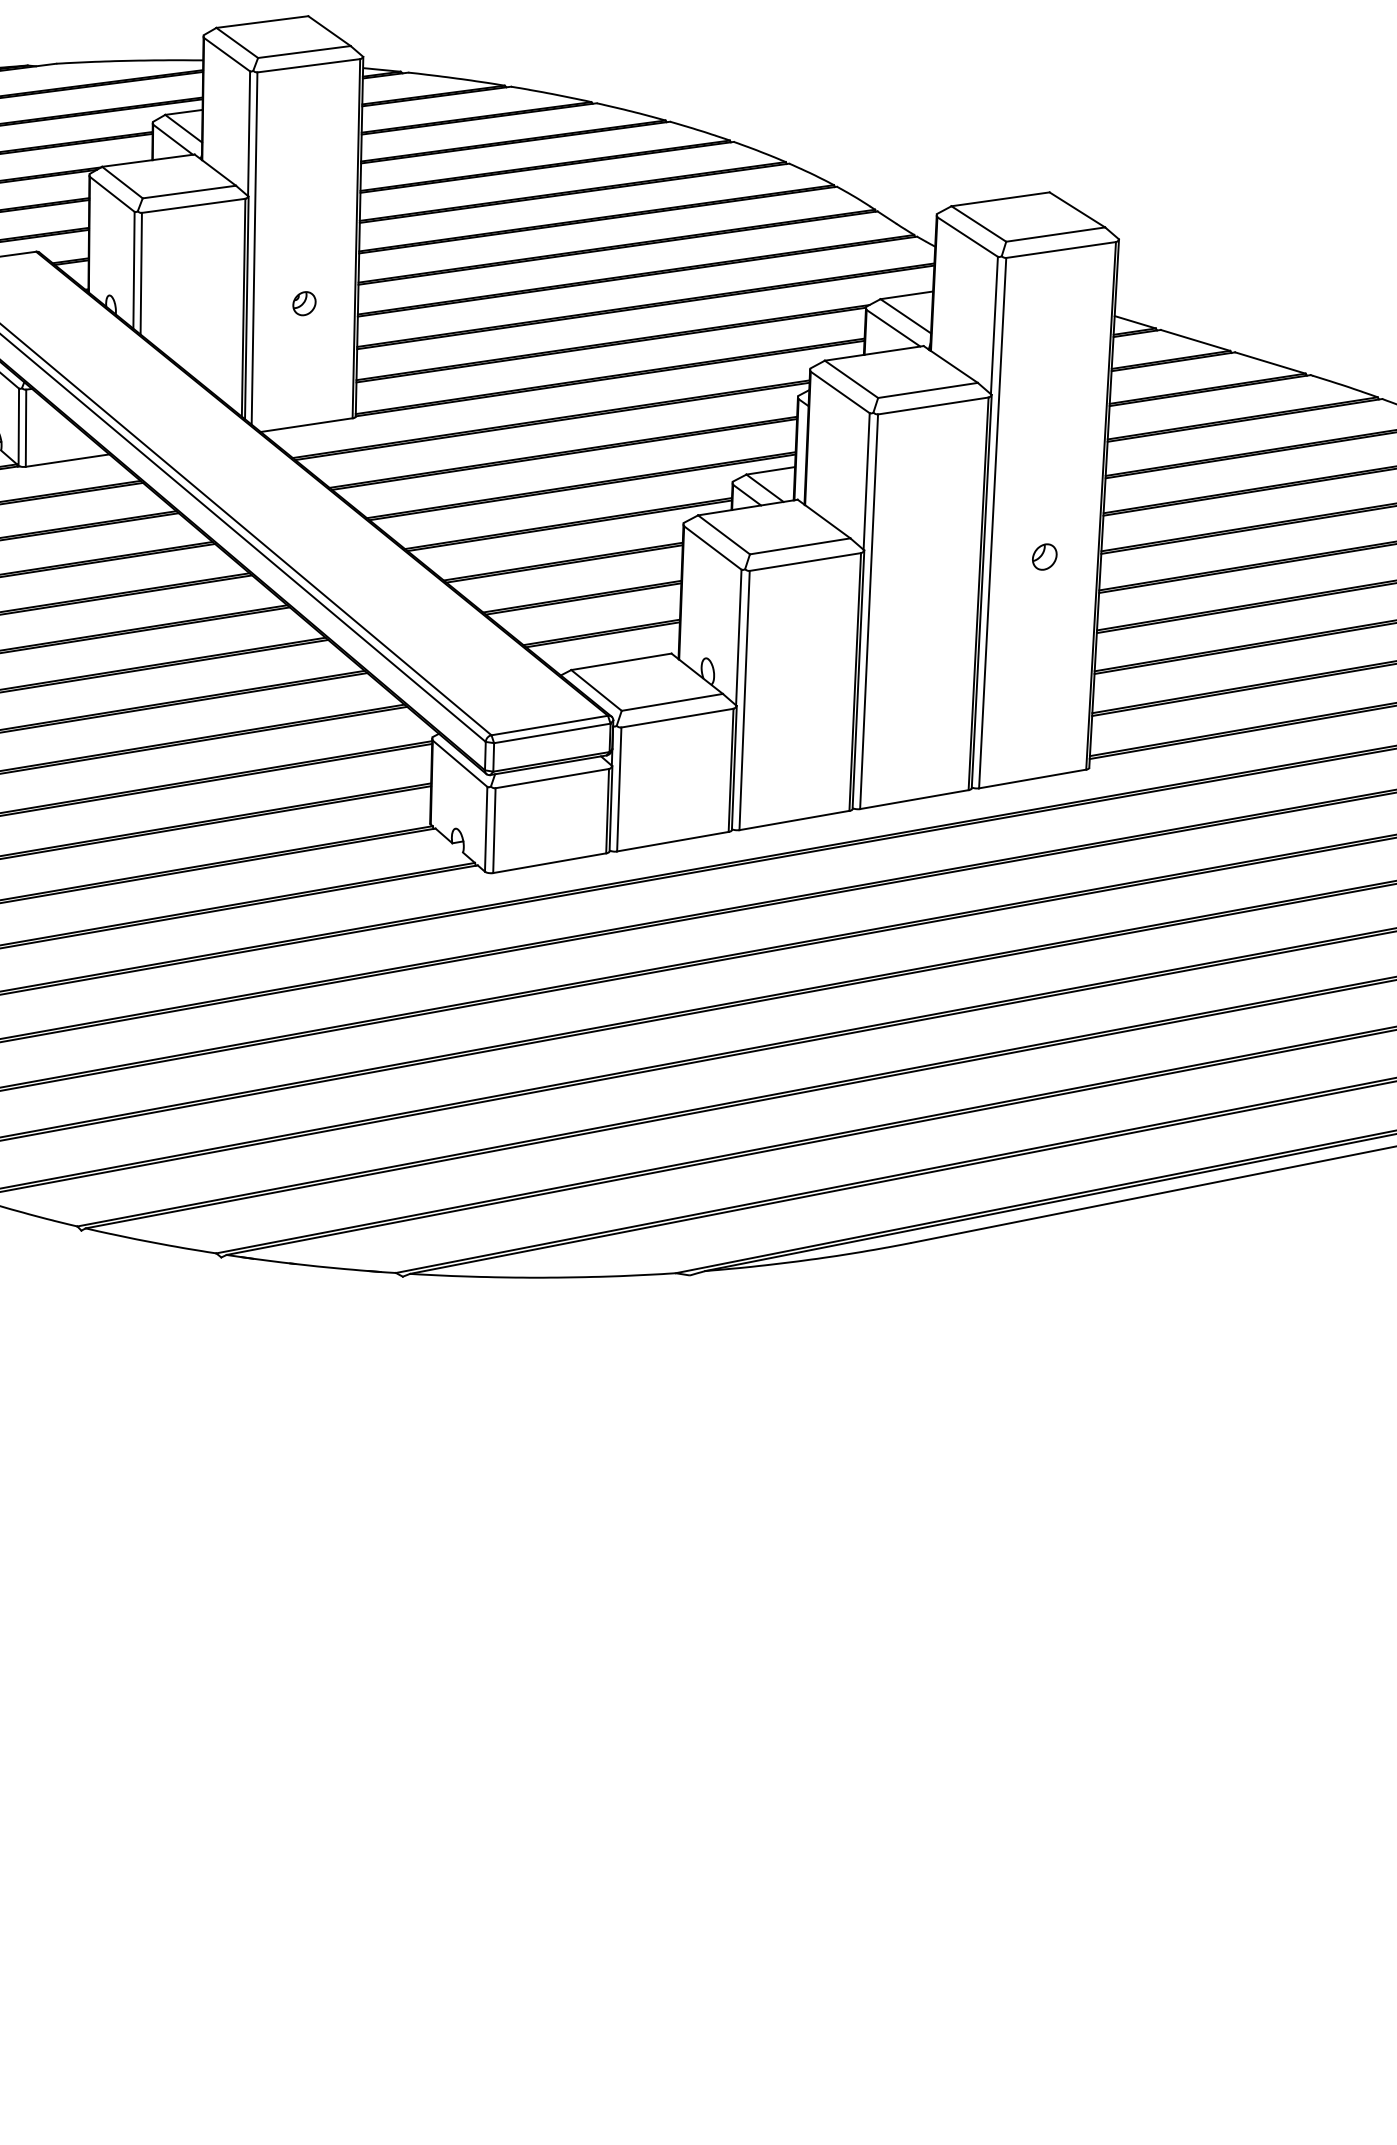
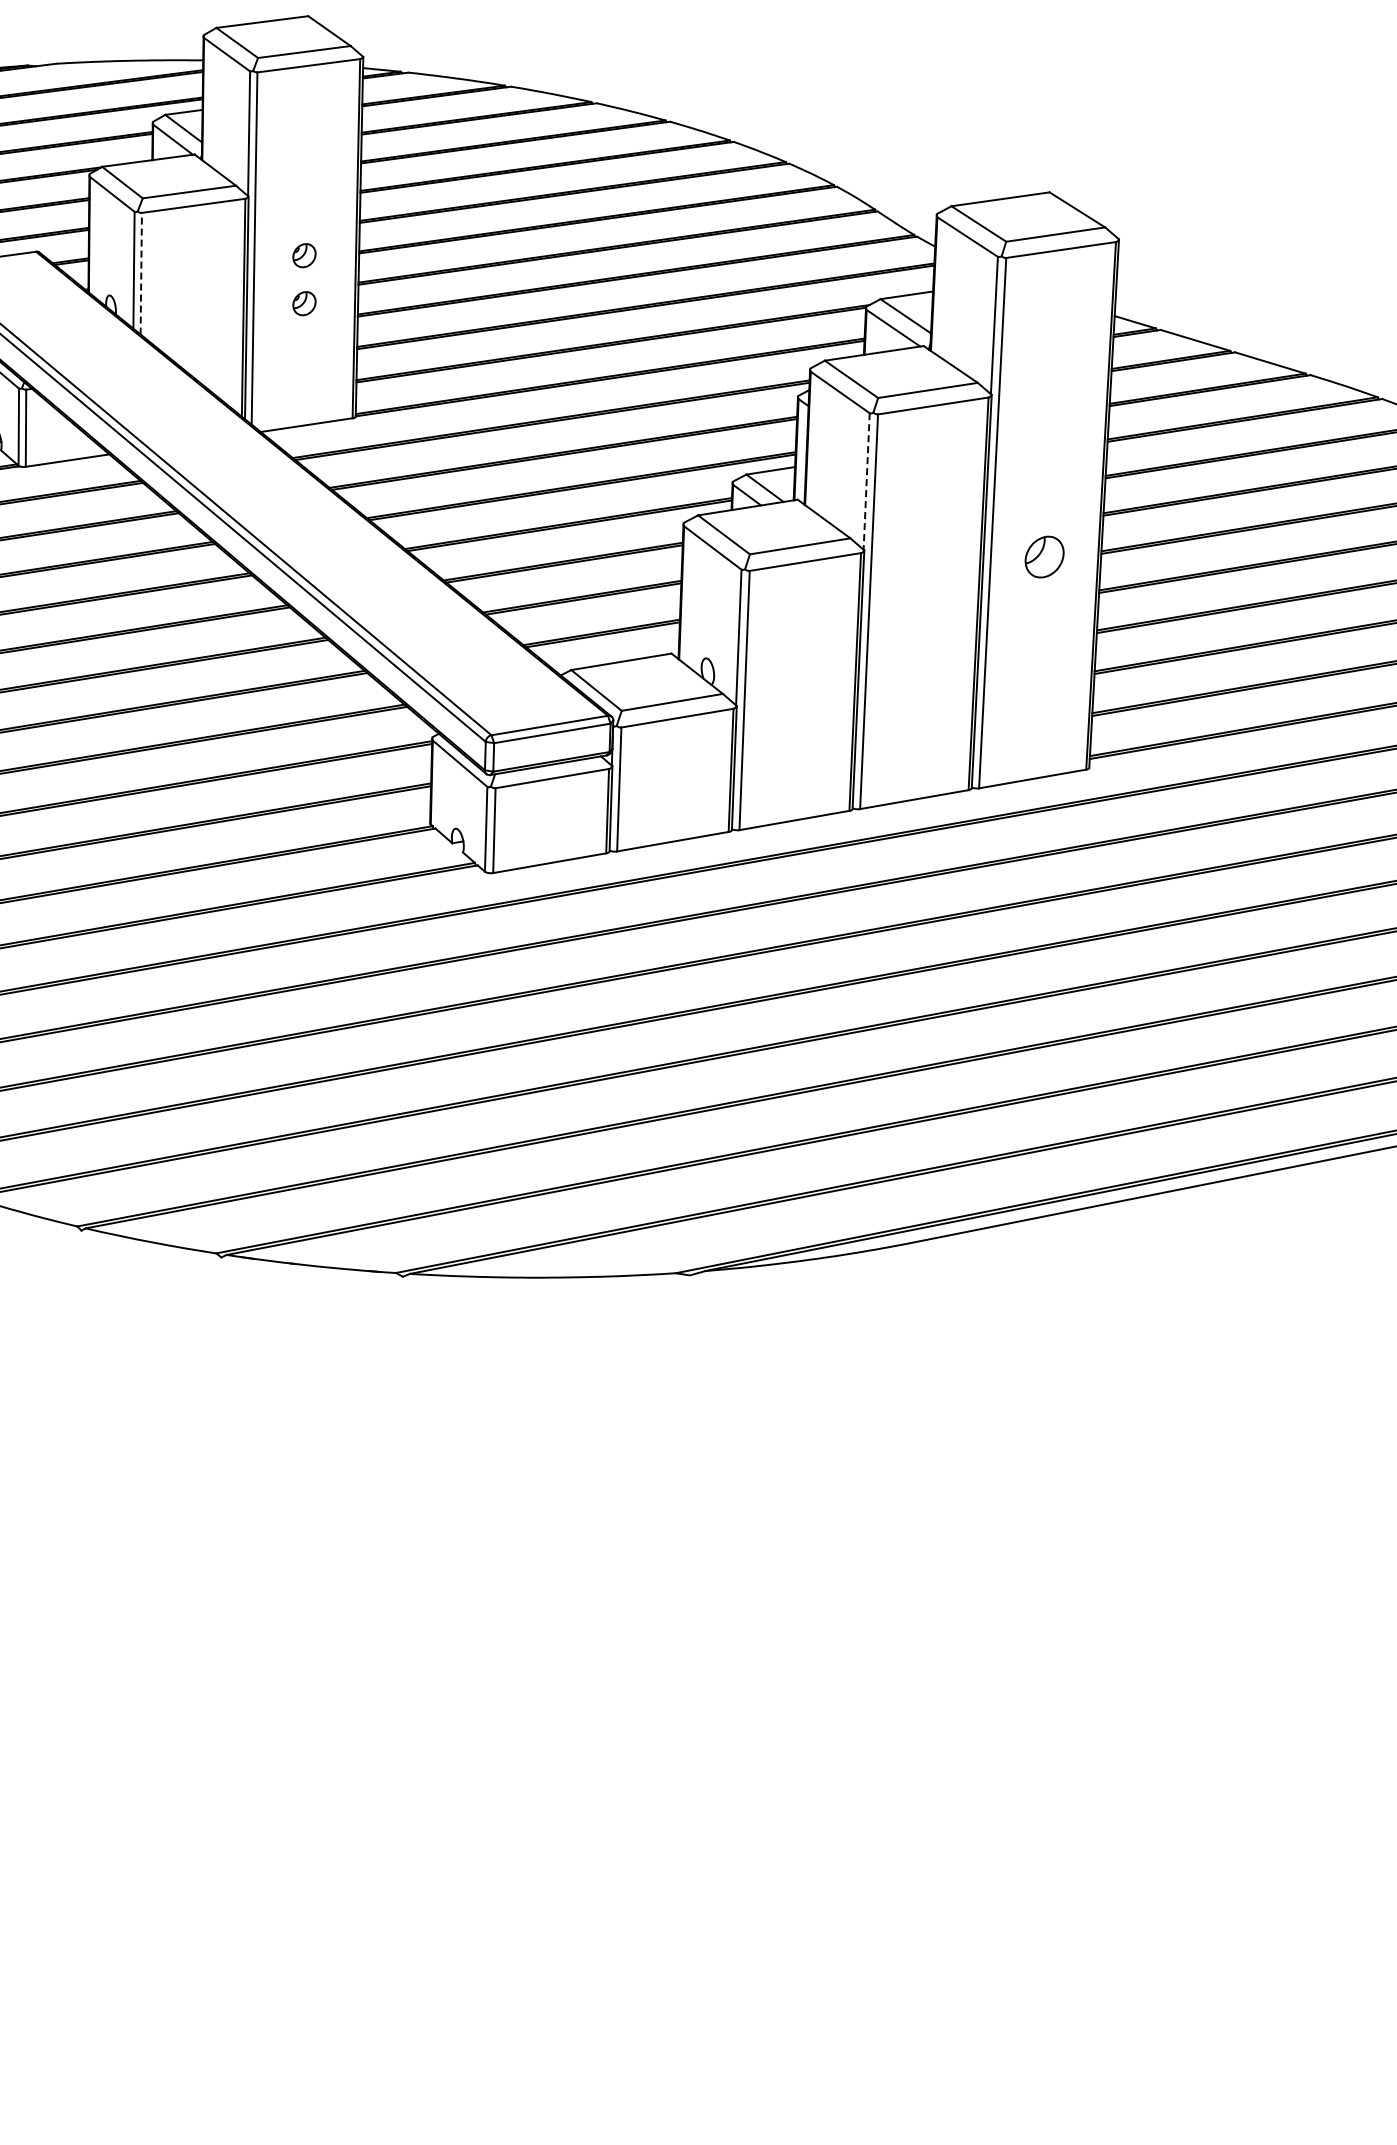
part at (304, 255): none -> present
line at (141, 273): solid -> dashed
line at (866, 481): solid -> dashed
part at (1044, 556) size: 26x28 px -> 41x44 px
